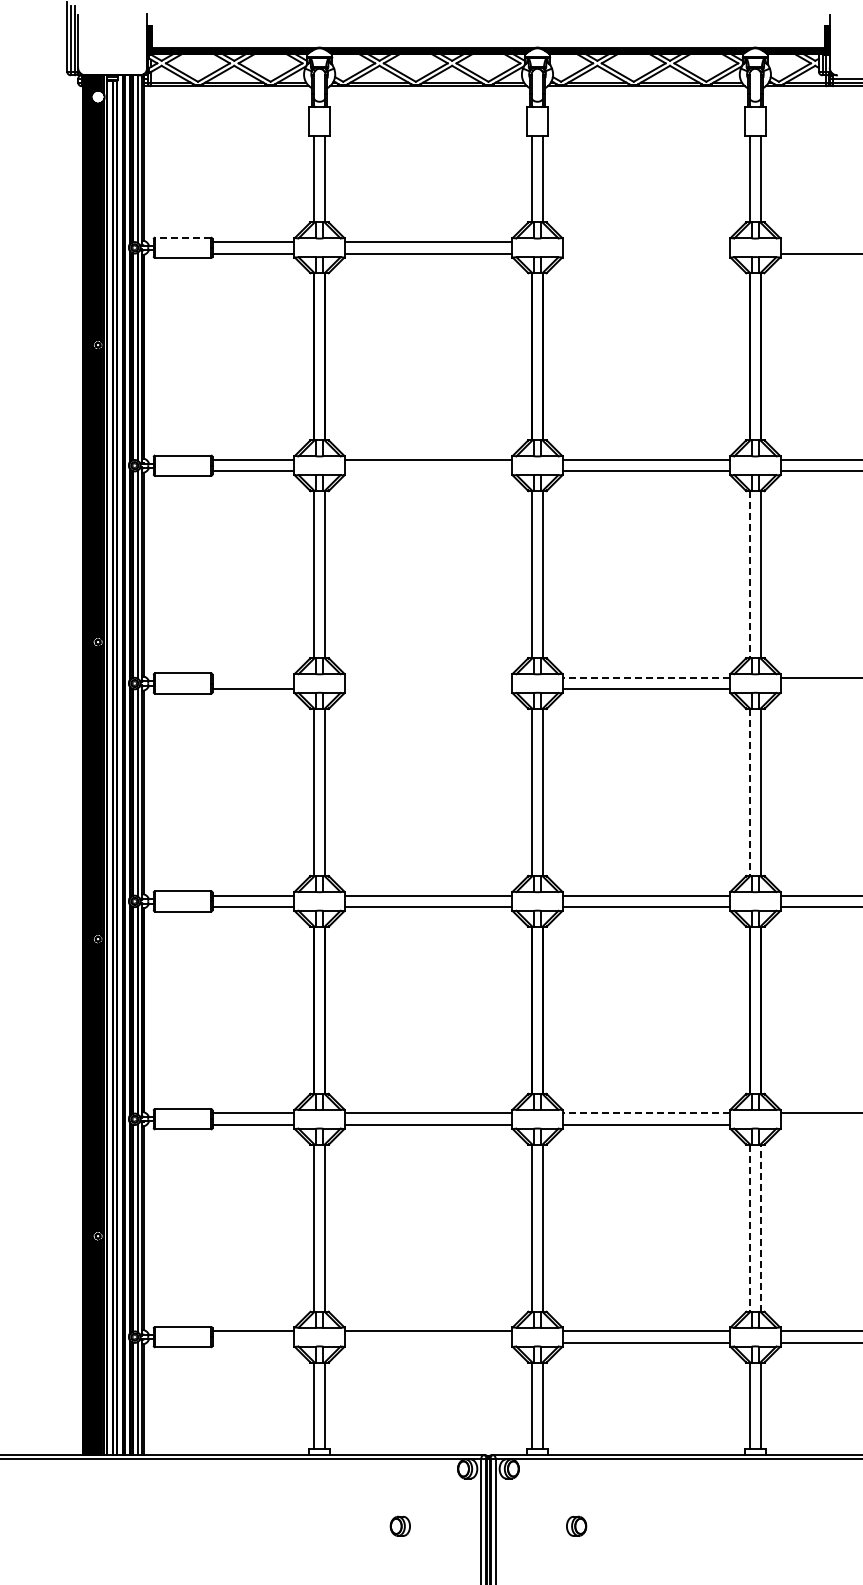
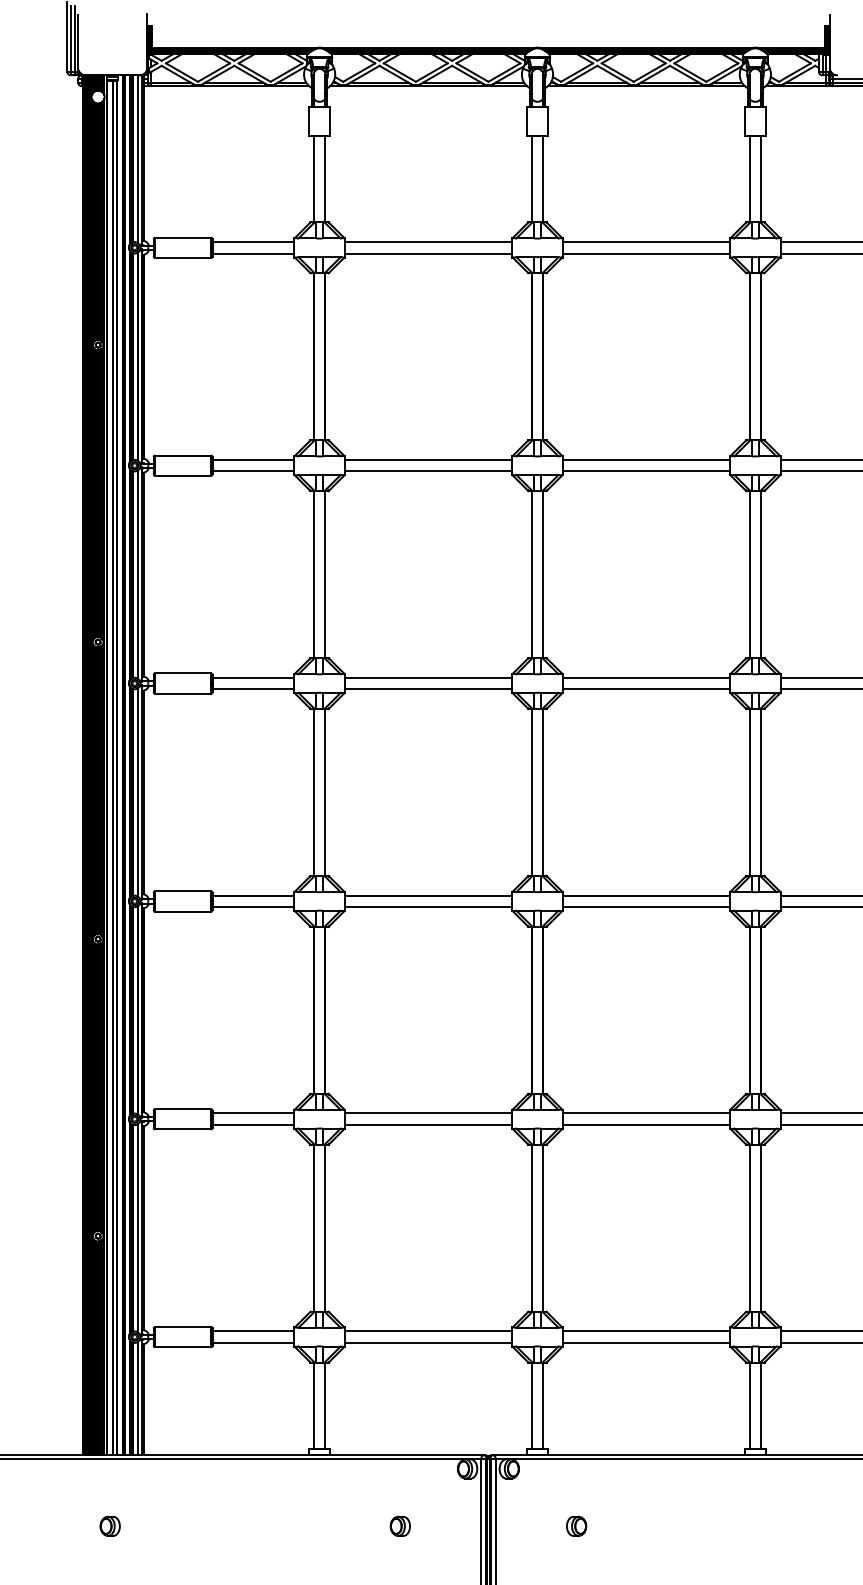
line at (183, 237): dashed -> solid
line at (645, 242): none -> present
line at (819, 242): none -> present
line at (645, 253): none -> present
line at (428, 471): none -> present
line at (749, 574): dashed -> solid
line at (253, 677): none -> present
line at (428, 677): none -> present
line at (646, 677): dashed -> solid
line at (428, 689): none -> present
line at (819, 689): none -> present
line at (749, 792): dashed -> solid
line at (646, 1113): dashed -> solid
line at (819, 1125): none -> present
line at (749, 1228): dashed -> solid
line at (761, 1228): dashed -> solid
line at (253, 1342): none -> present
line at (428, 1342): none -> present
part at (109, 1525): none -> present
